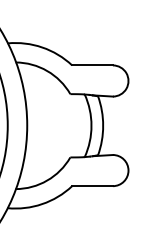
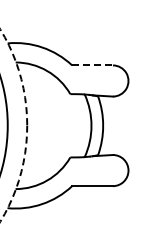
line at (93, 65): solid -> dashed
circle at (13, 125): solid -> dashed
